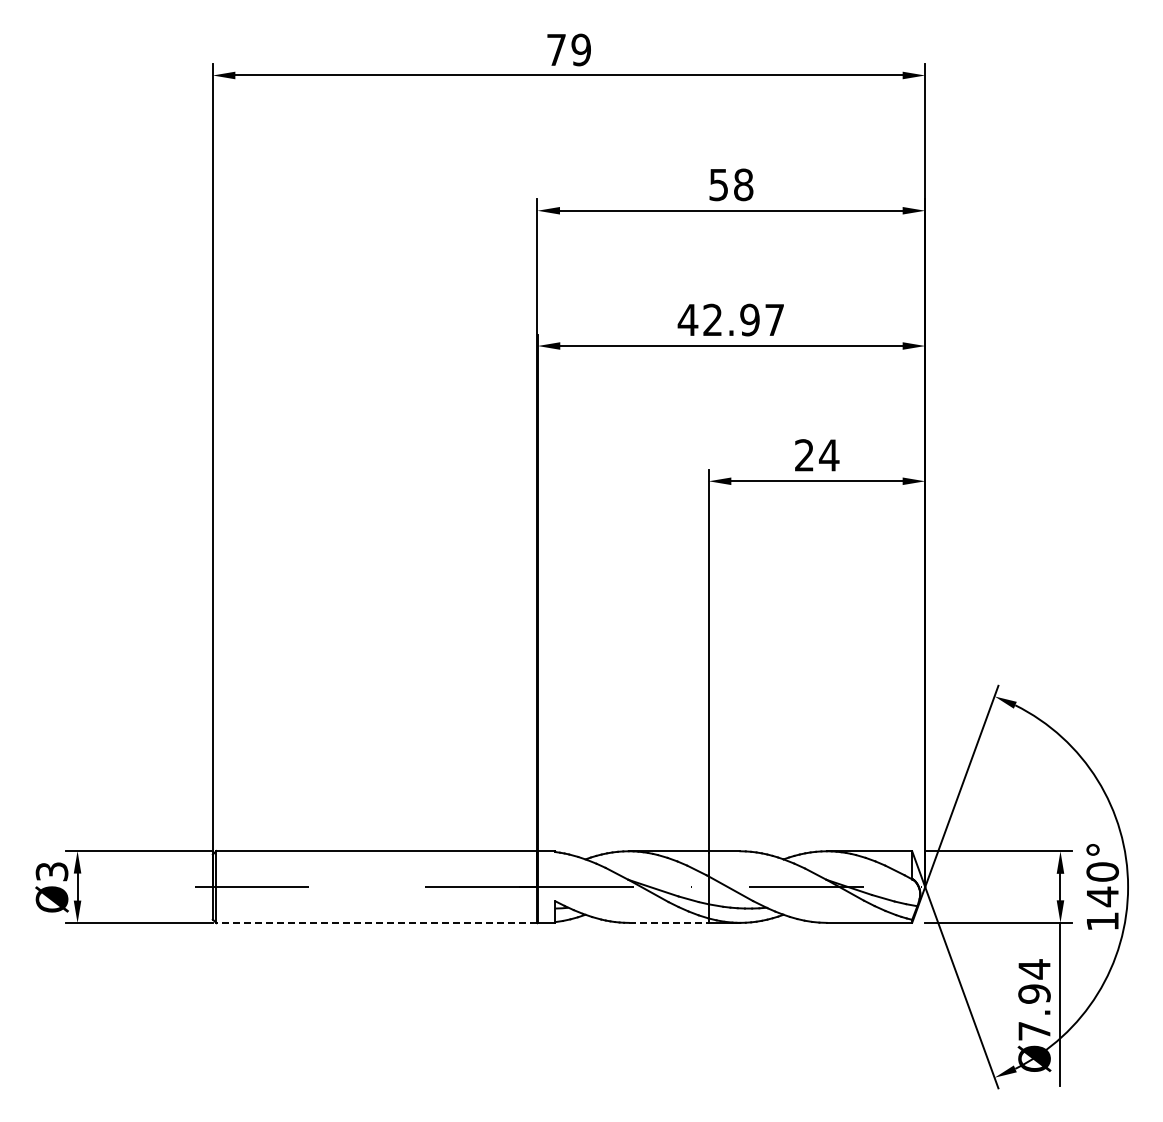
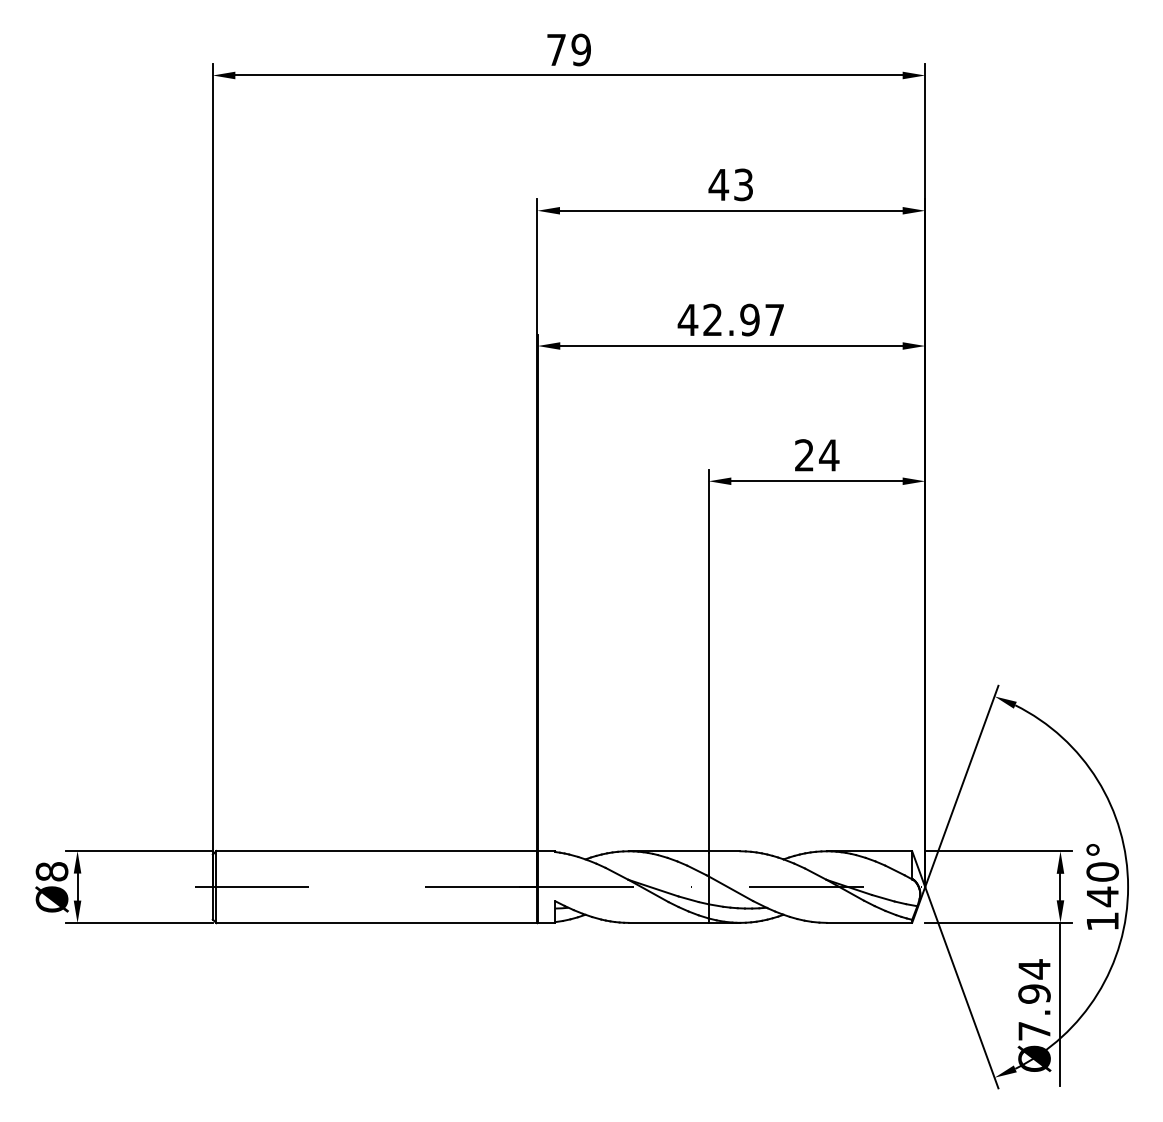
text at (730, 184): 58 -> 43
text at (51, 871): Ø3 -> Ø8
line at (669, 922): dashed -> solid
line at (376, 923): dashed -> solid
